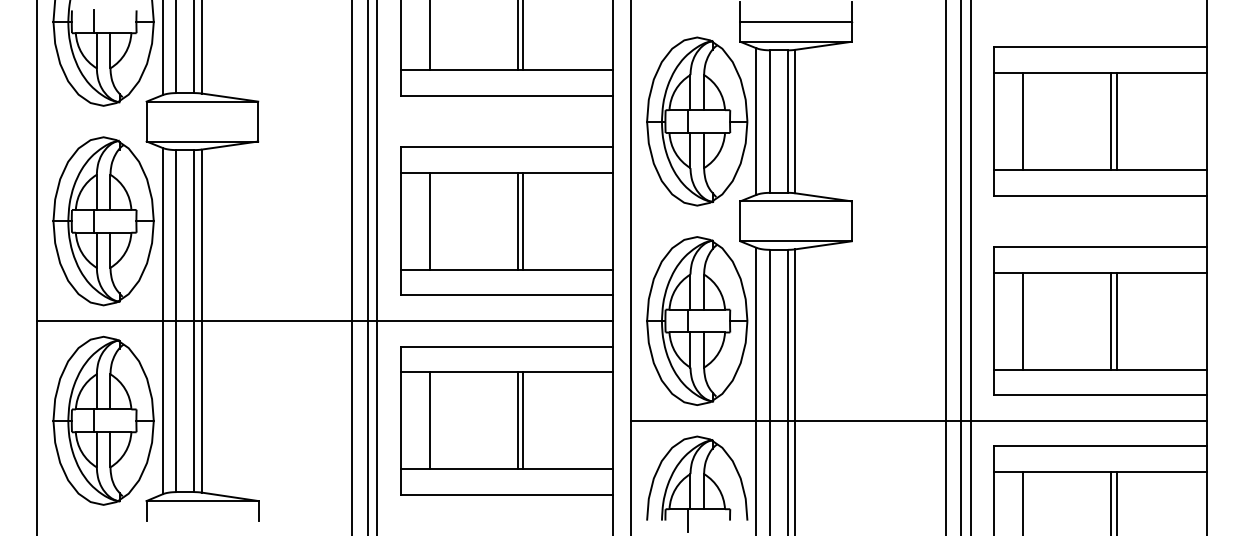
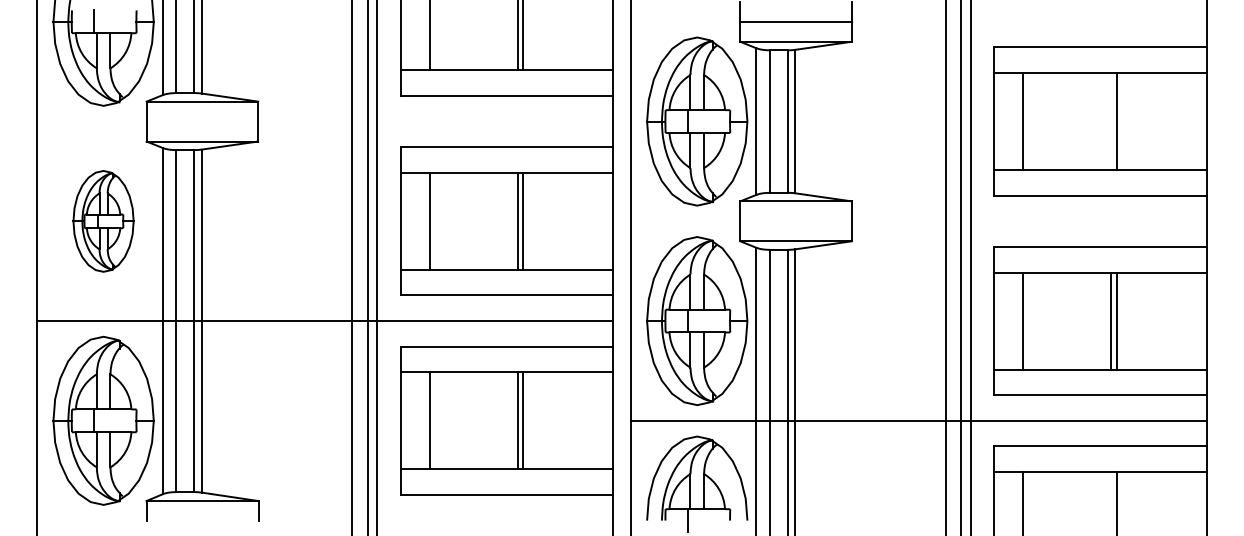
line at (1111, 121): present -> none
part at (103, 221) size: 103x171 px -> 63x103 px
line at (1111, 502): present -> none
